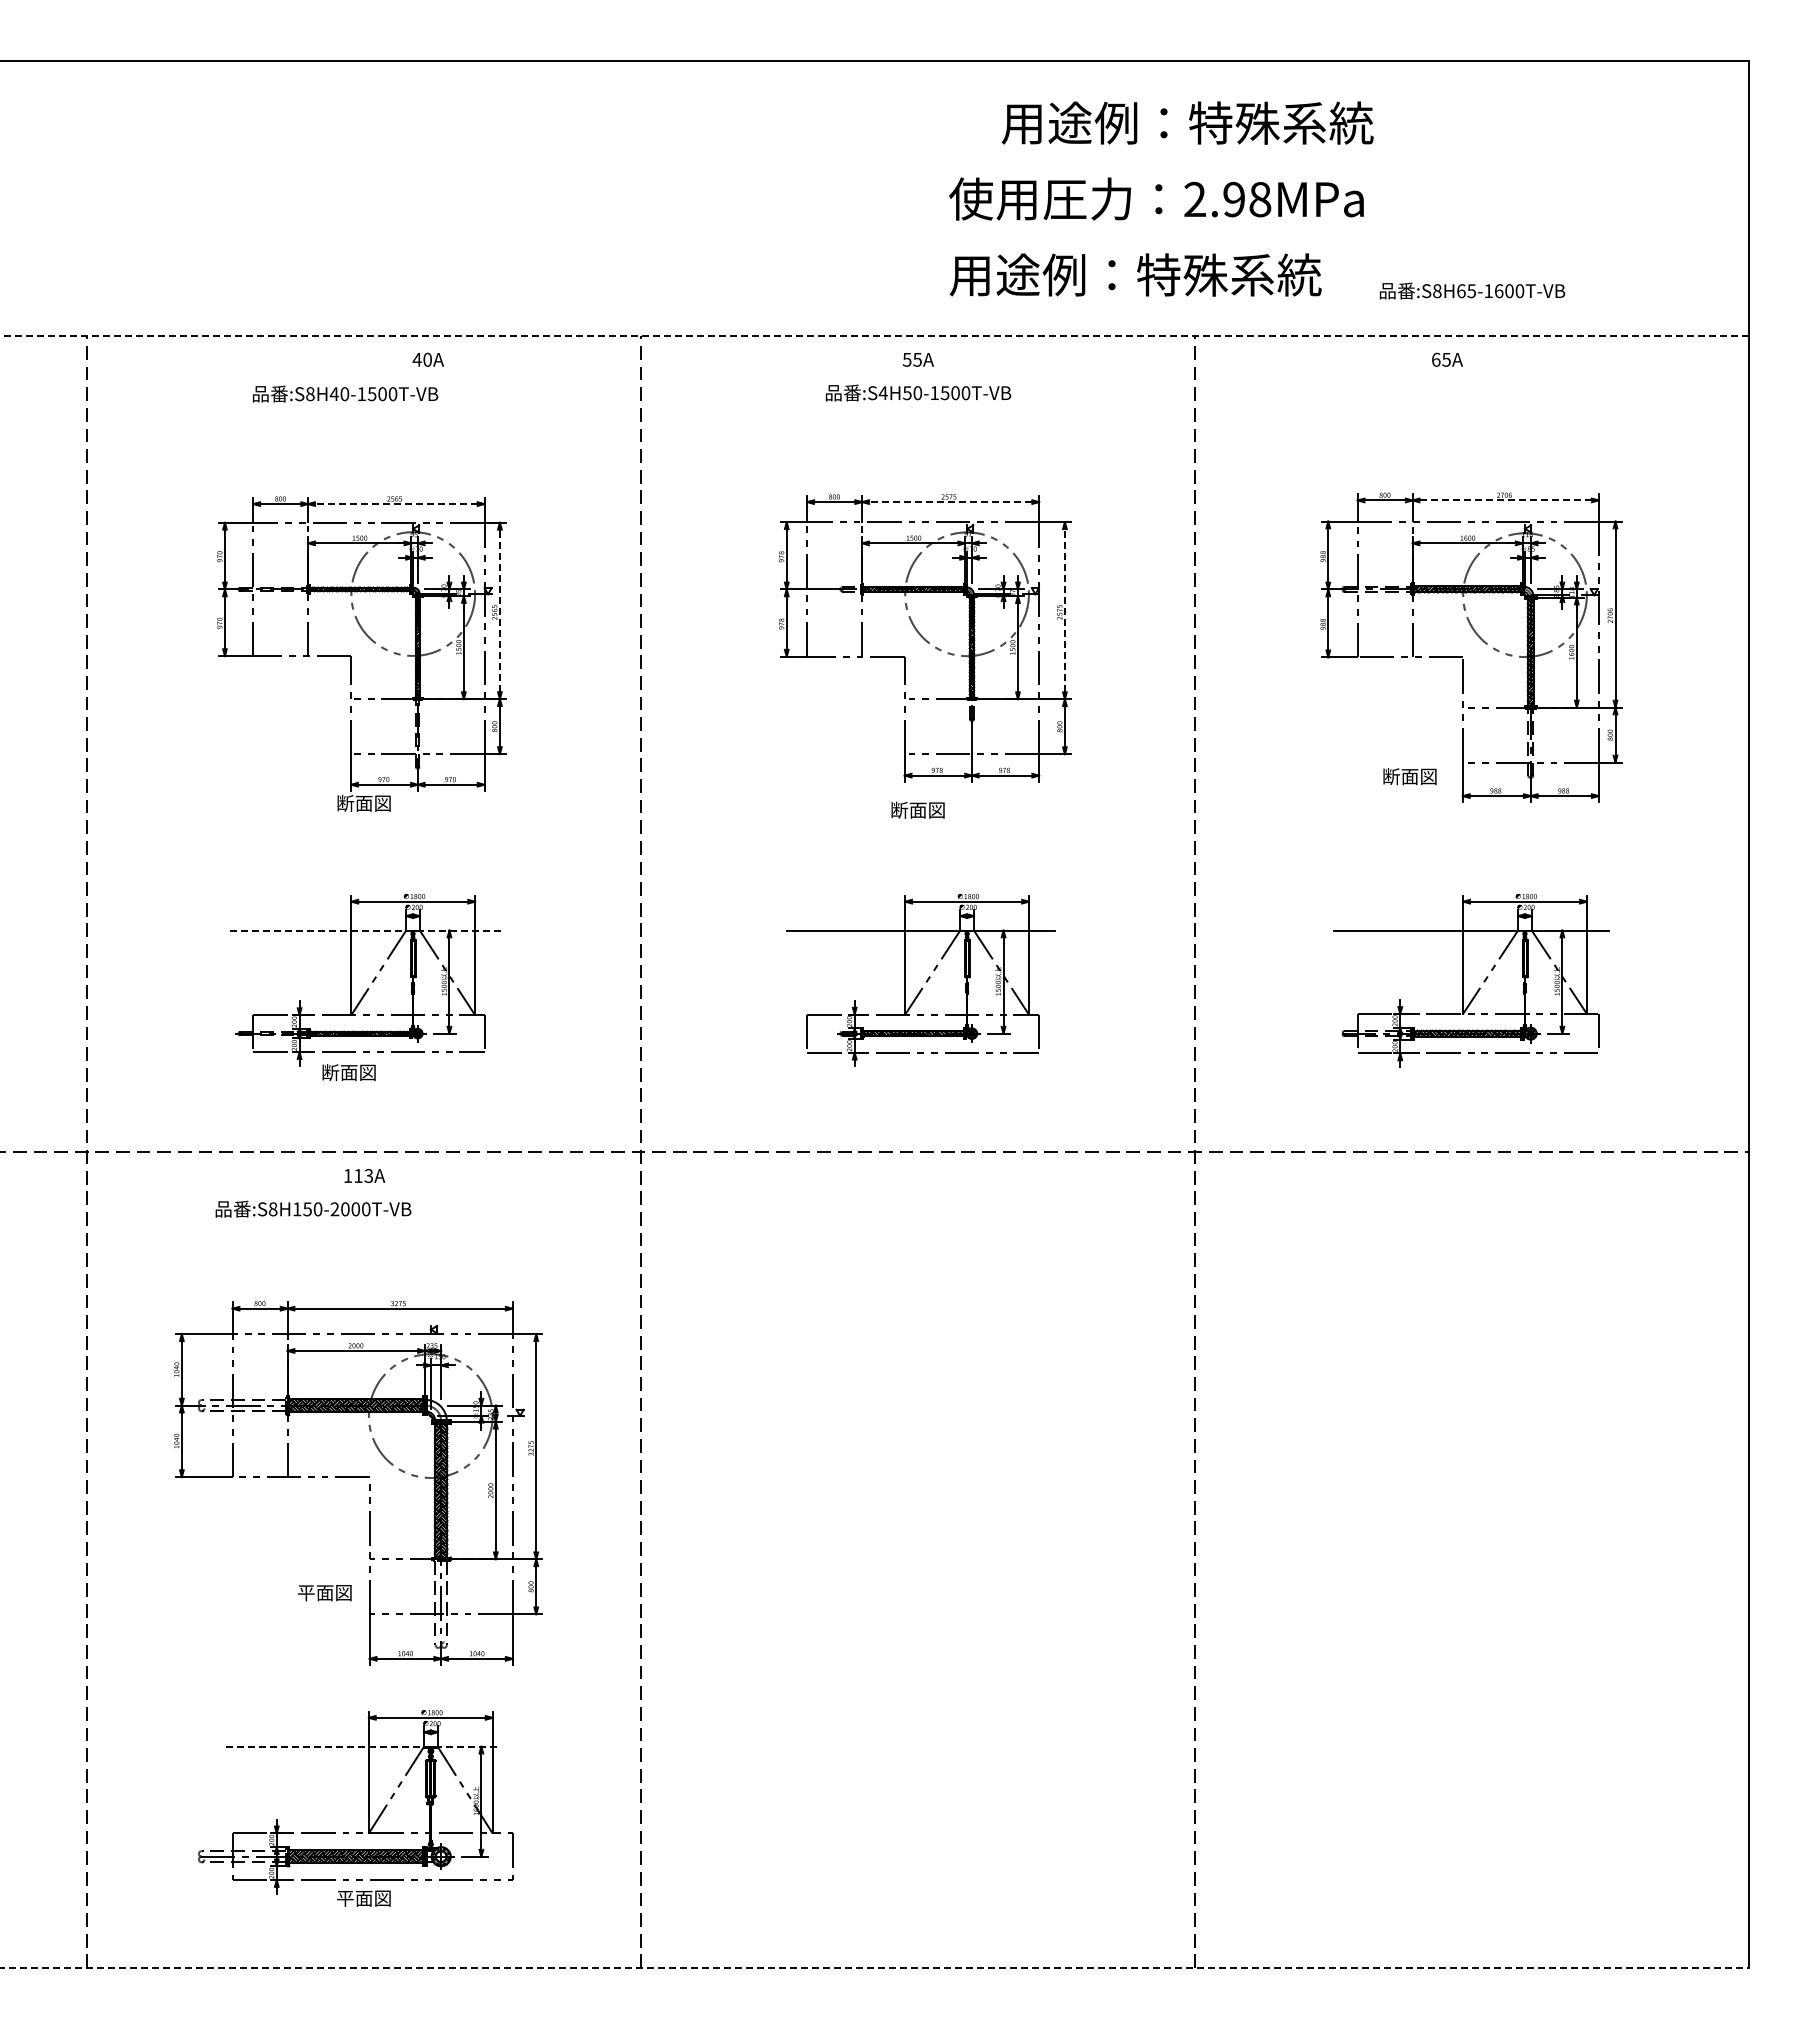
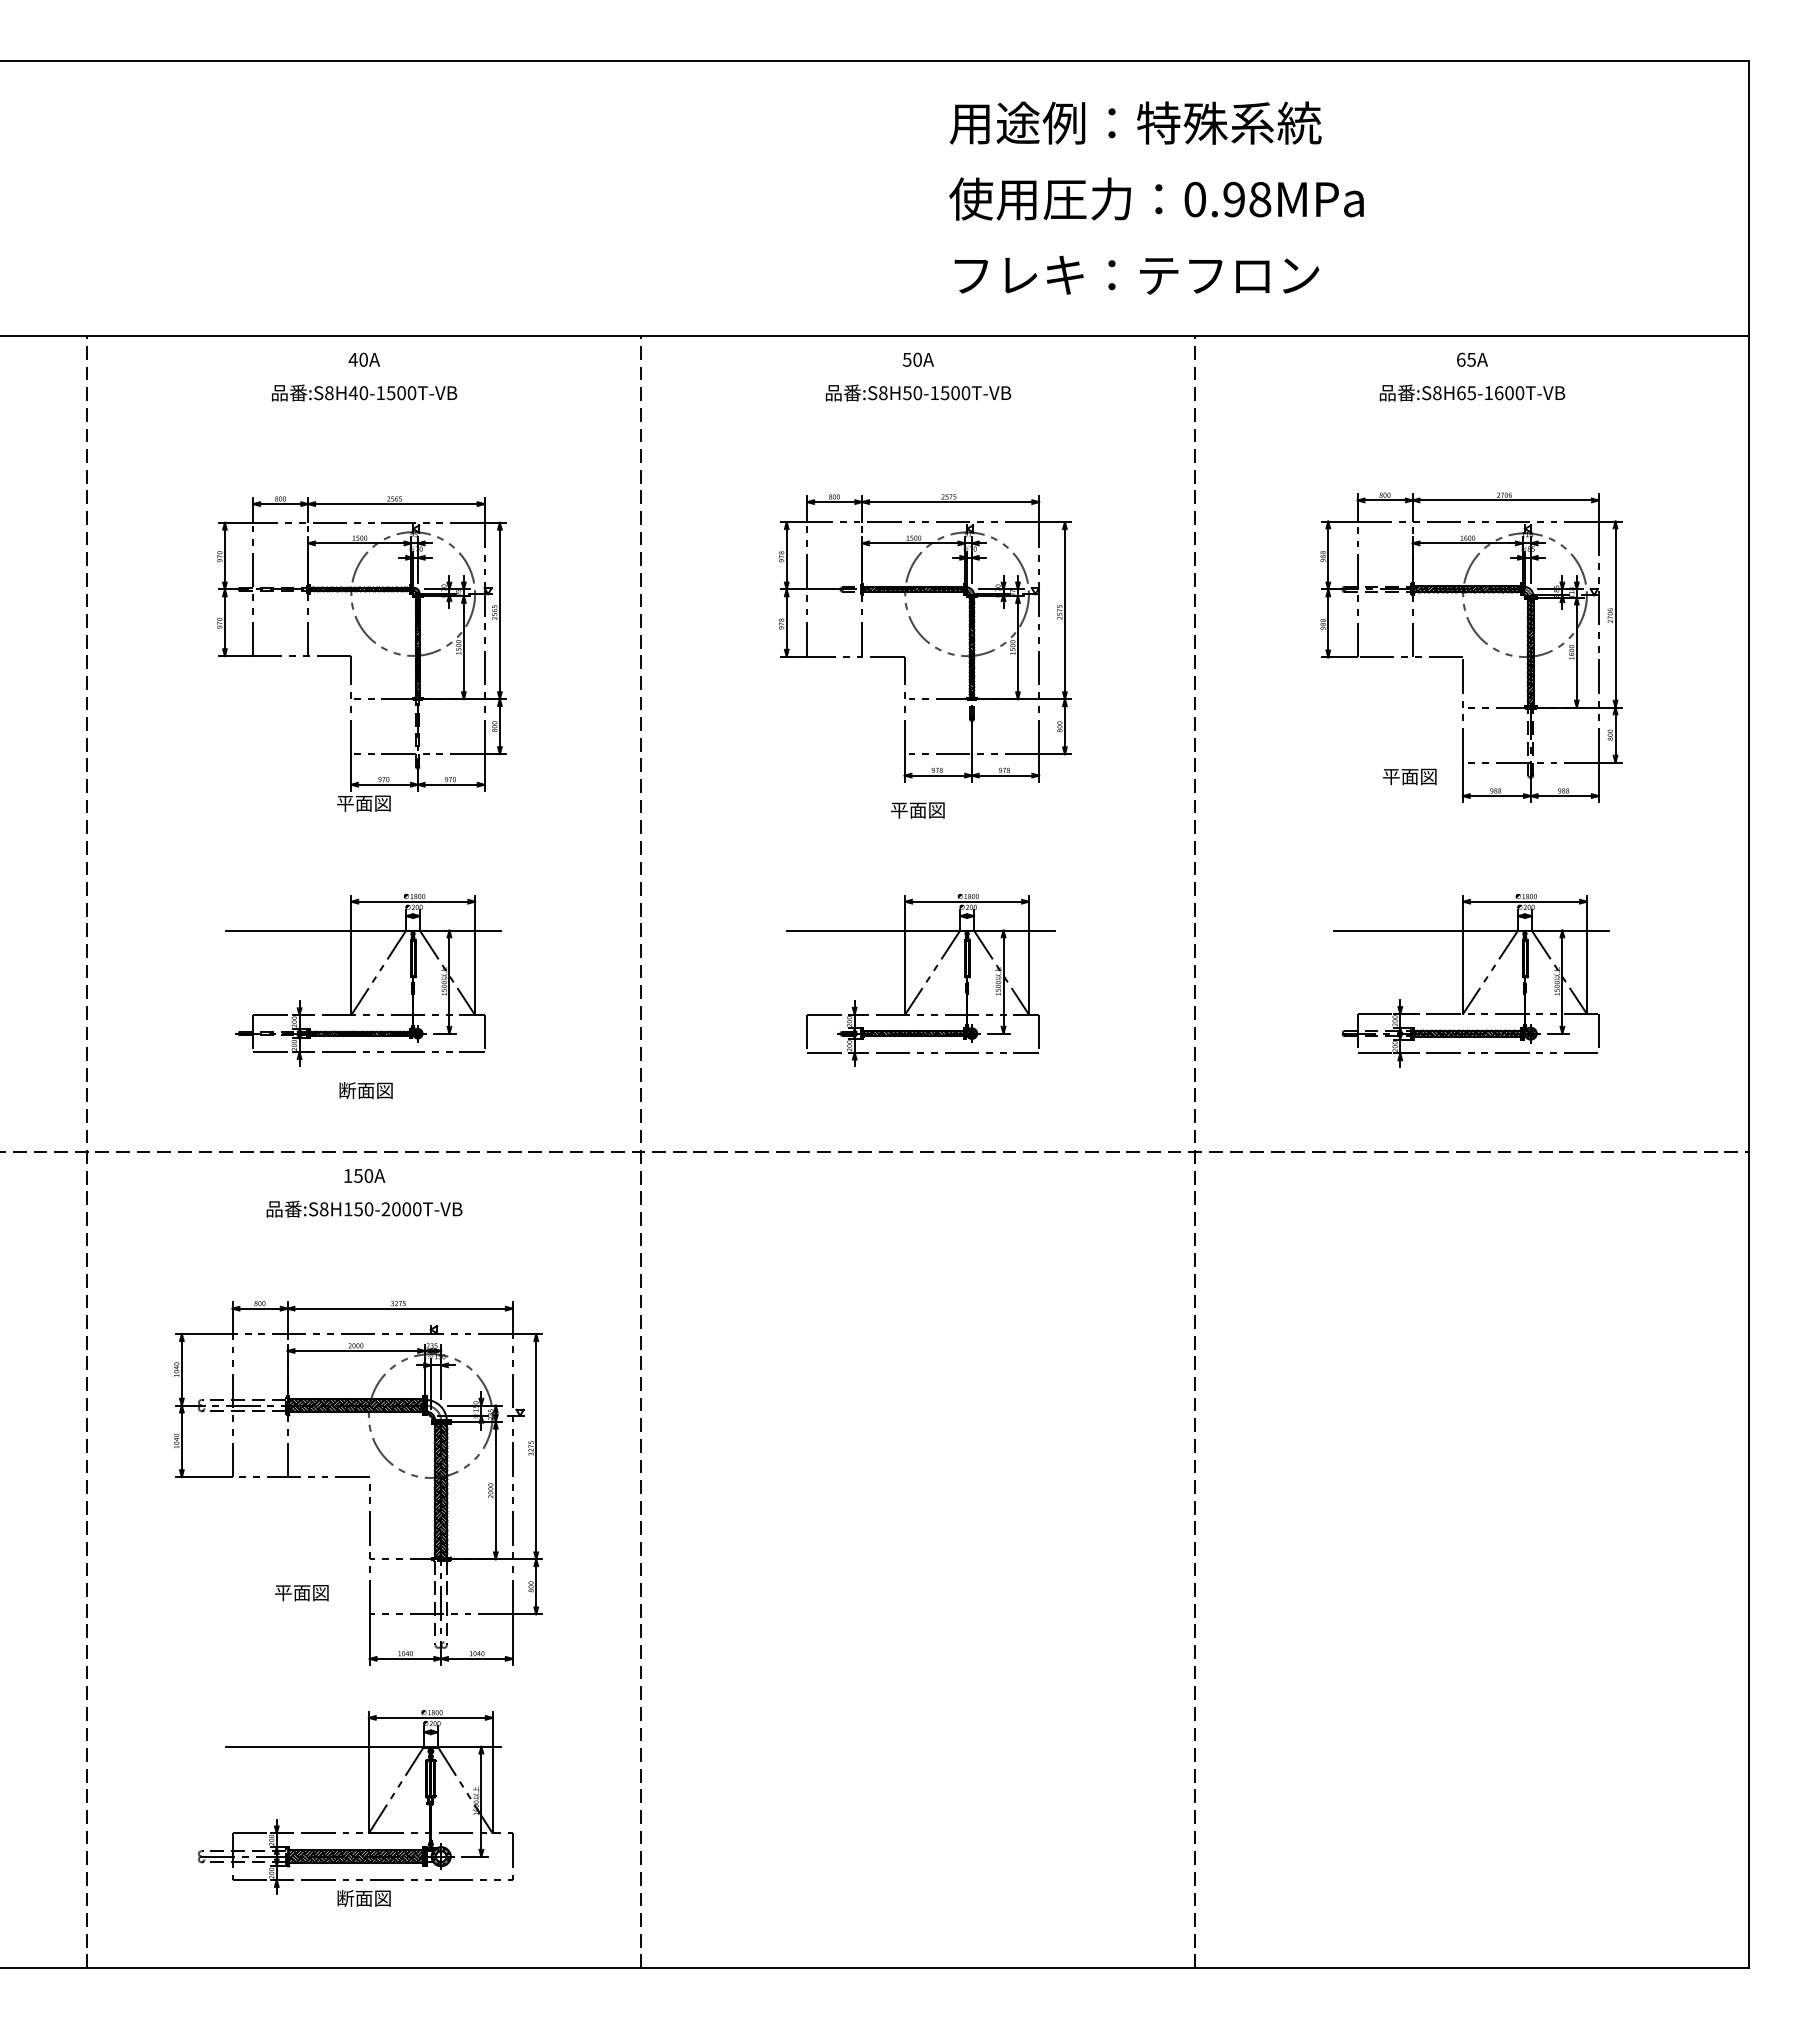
text at (1187, 122) position: (1187, 122) -> (1135, 122)
text at (1194, 199): 2.98MPa -> 0.98MPa
text at (1135, 274): 用途例：特殊系統 -> フレキ：テフロン
text at (1472, 290) position: (1472, 290) -> (1472, 392)
line at (874, 335): dashed -> solid
text at (427, 359) position: (427, 359) -> (363, 359)
text at (917, 359): 55A -> 50A
text at (1447, 359) position: (1447, 359) -> (1472, 359)
text at (345, 393) position: (345, 393) -> (364, 392)
text at (882, 393): :S4H50-1500T-VB -> :S8H50-1500T-VB
line at (1505, 500): dashed -> solid
line at (950, 502): dashed -> solid
line at (395, 504): dashed -> solid
line at (499, 610): dashed -> solid
line at (1064, 610): dashed -> solid
text at (1391, 776): 断面図 -> 平面図
text at (345, 802): 断面図 -> 平面図
text at (899, 809): 断面図 -> 平面図
line at (362, 930): dashed -> solid
text at (348, 1072) position: (348, 1072) -> (365, 1090)
text at (363, 1176): 113A -> 150A
text at (313, 1208) position: (313, 1208) -> (364, 1208)
text at (324, 1593) position: (324, 1593) -> (301, 1593)
line at (363, 1746): dashed -> solid
text at (345, 1897): 平面図 -> 断面図
line at (875, 1968): dashed -> solid
